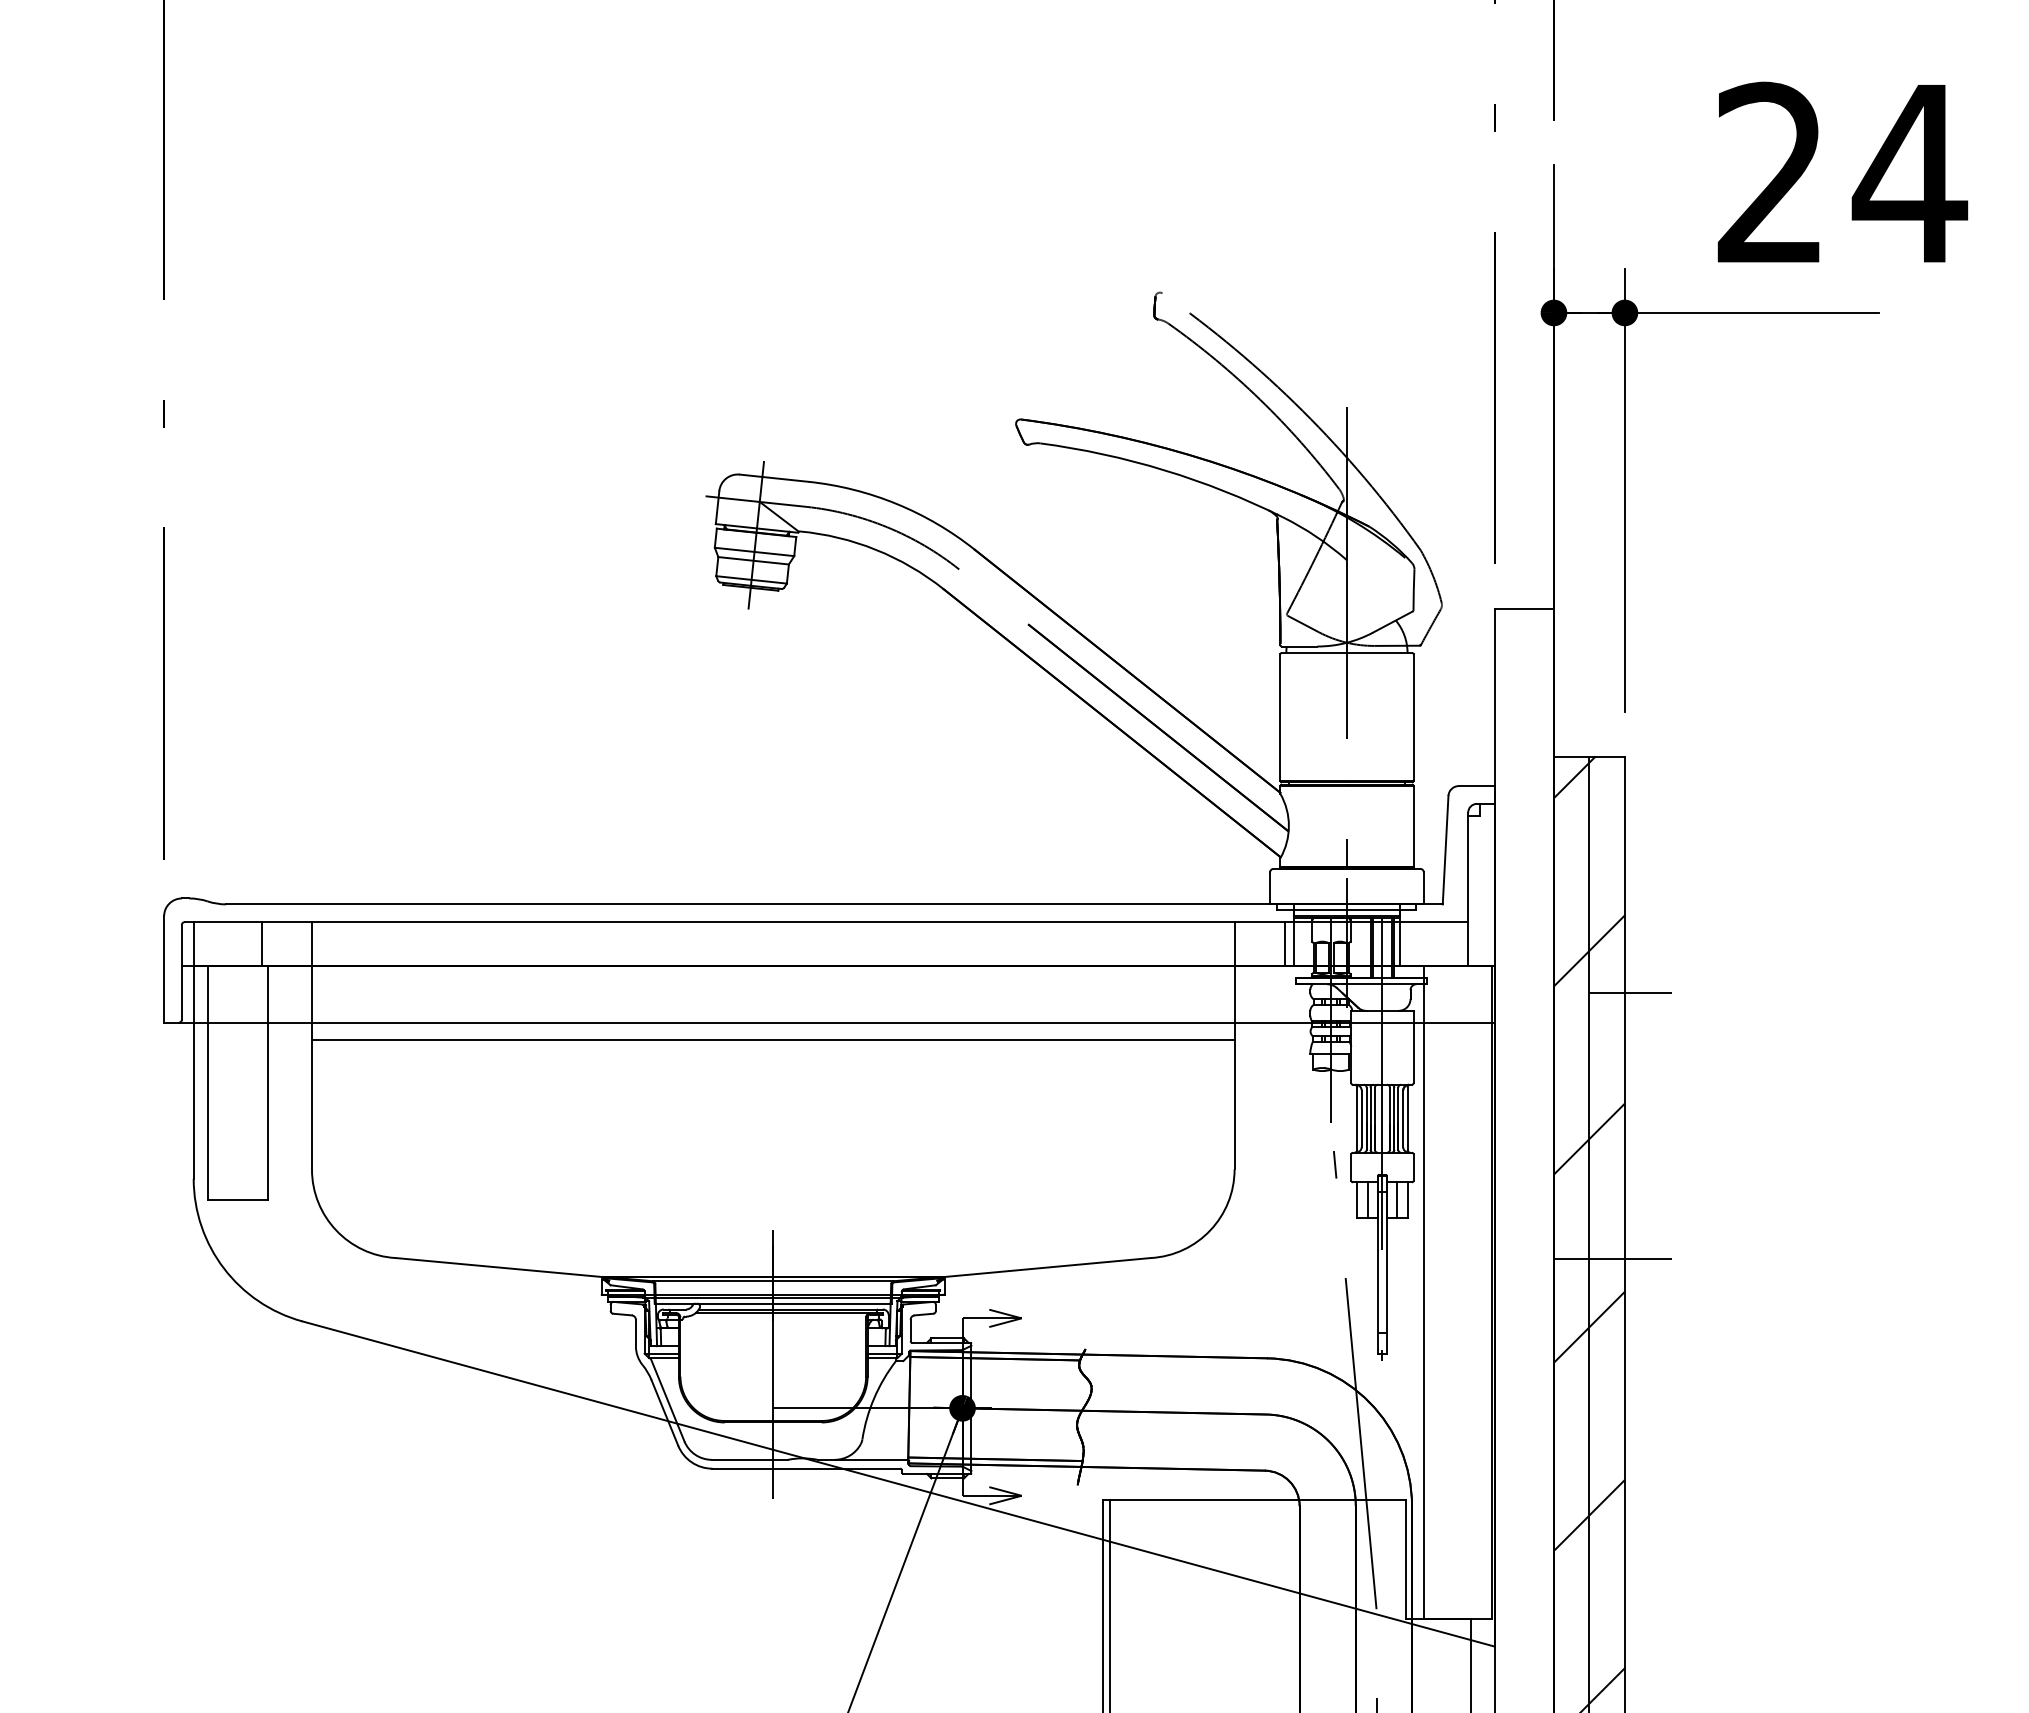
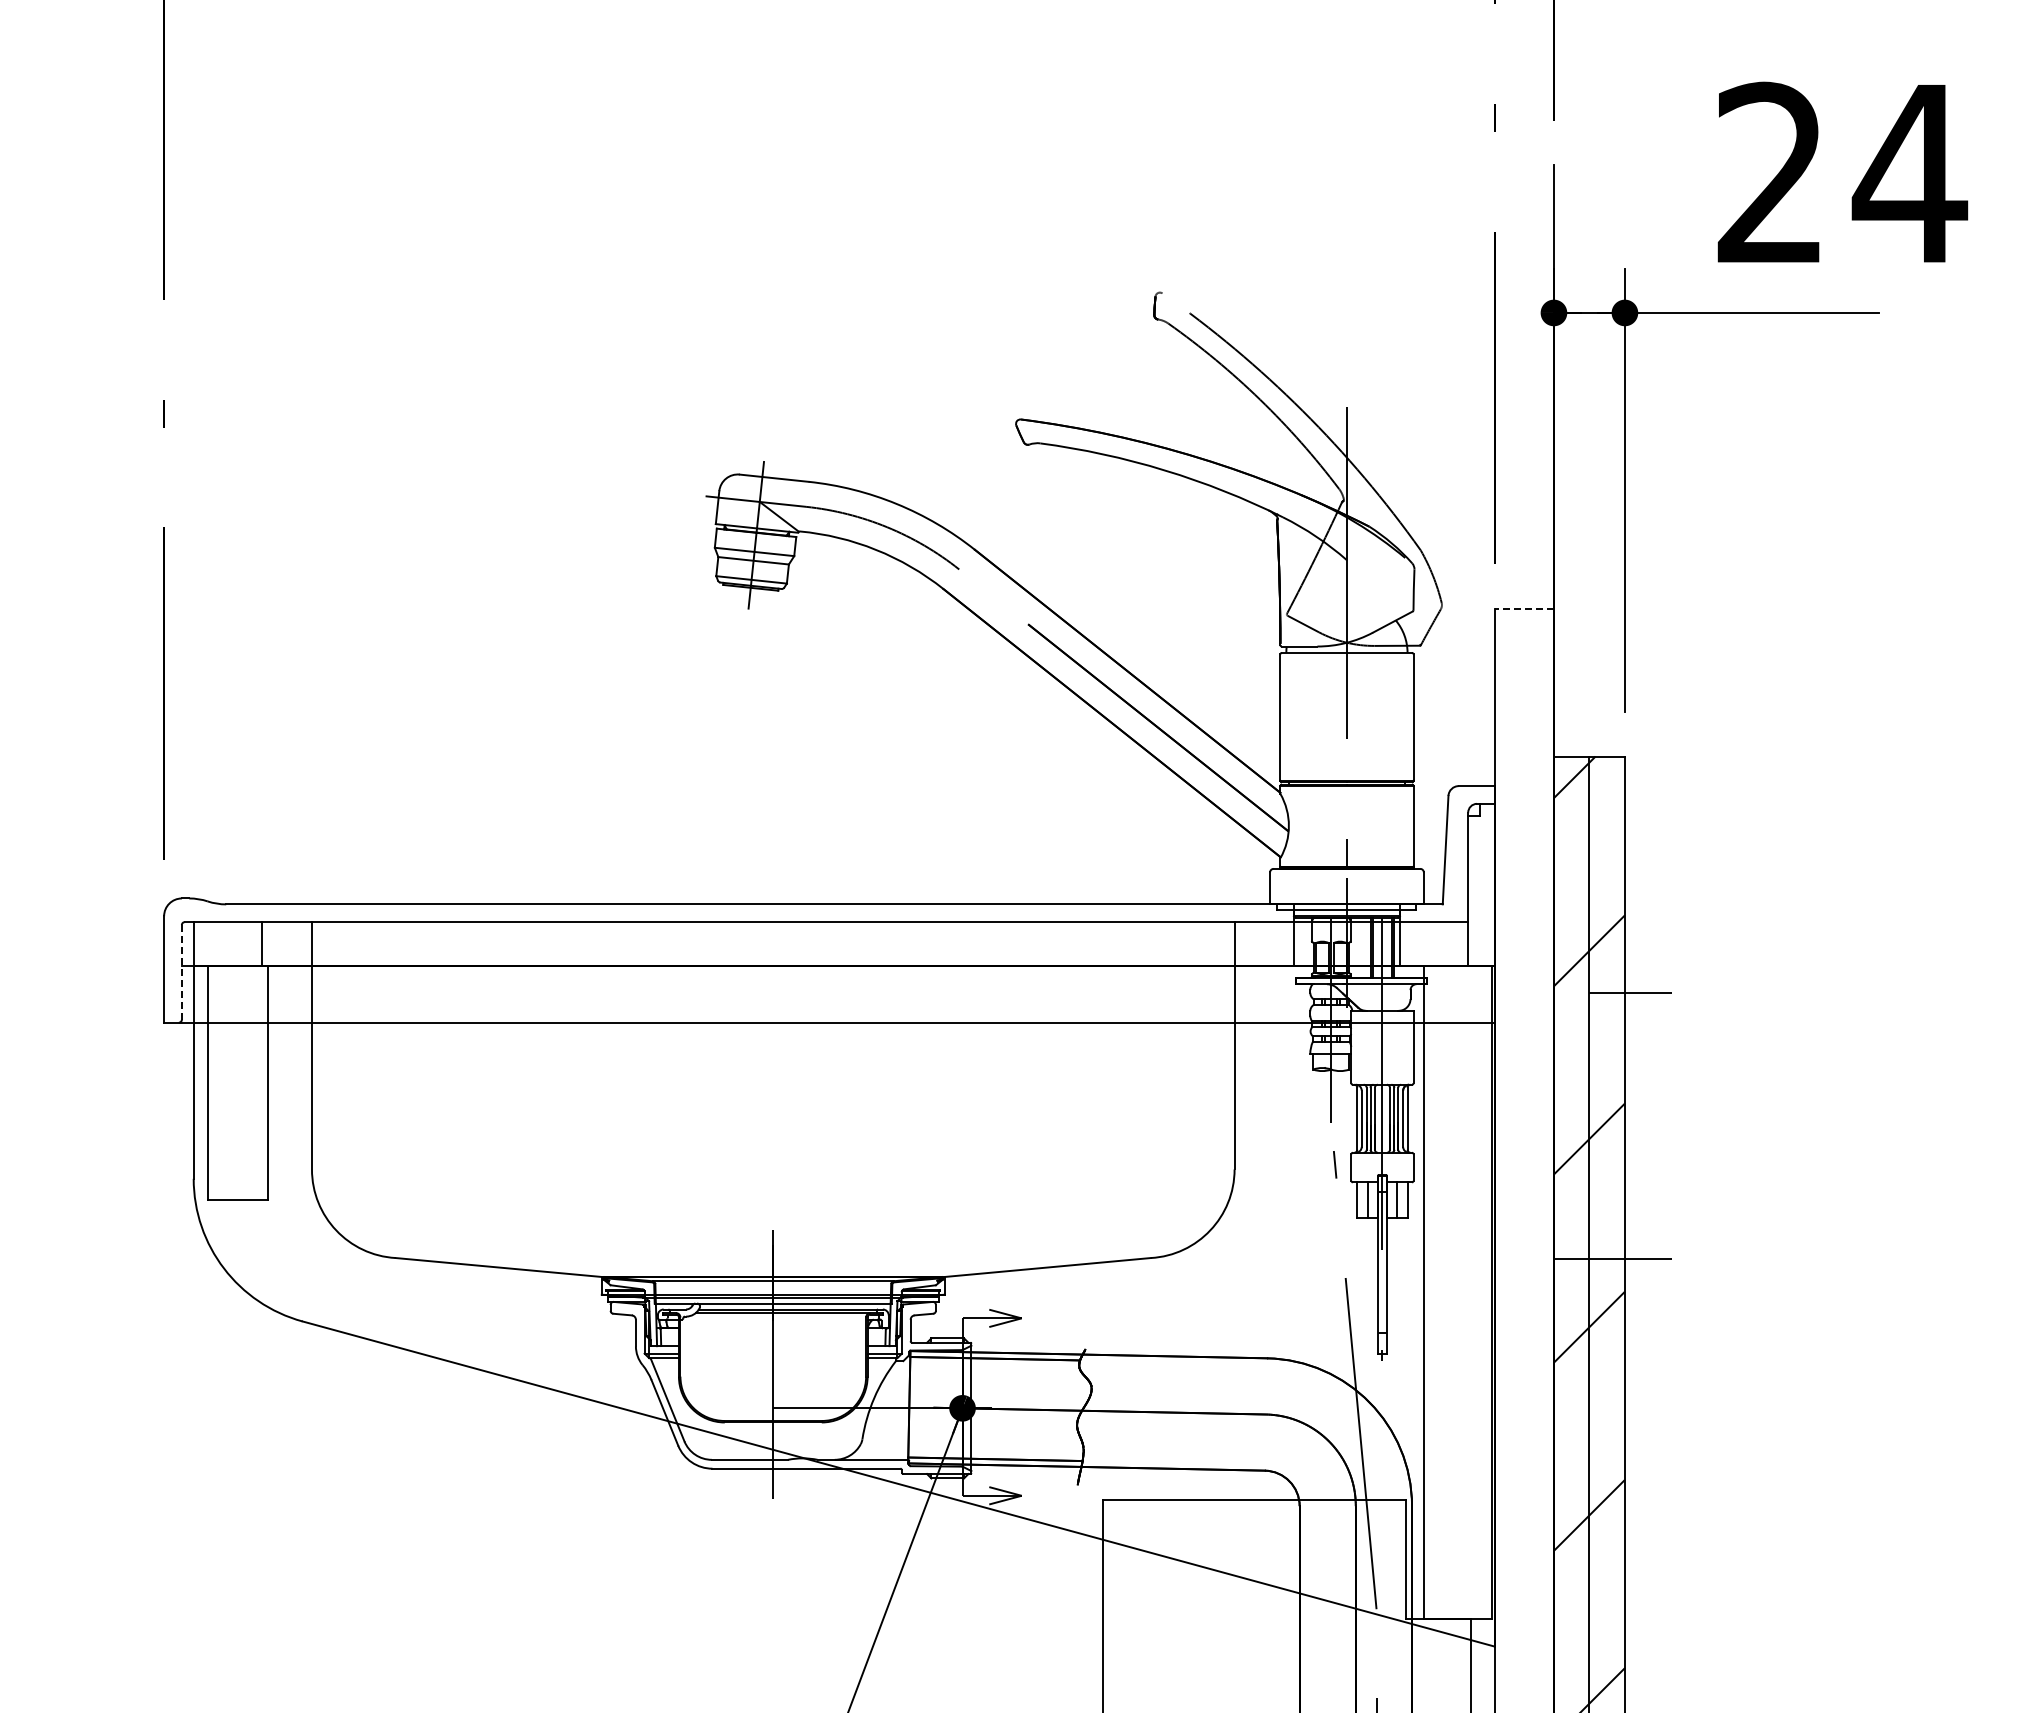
line at (1524, 608): solid -> dashed
line at (1284, 944): present -> none
line at (181, 971): solid -> dashed
line at (772, 1040): present -> none
line at (1110, 1604): present -> none
